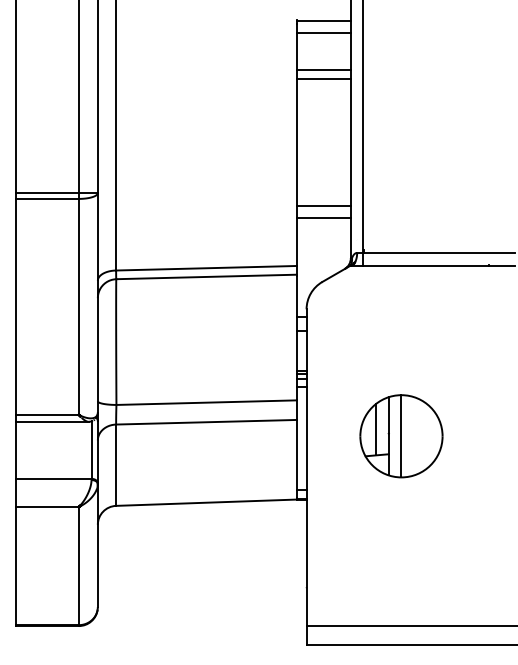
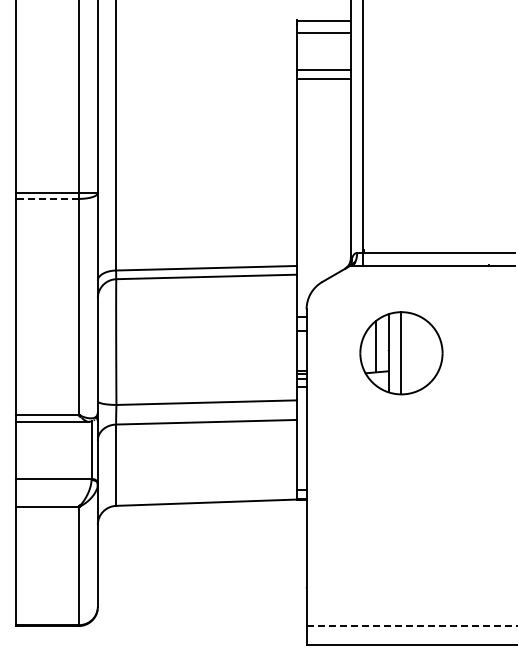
line at (47, 198): solid -> dashed
line at (323, 205): present -> none
line at (323, 217): present -> none
part at (401, 436) position: (401, 436) -> (401, 353)
line at (412, 626): solid -> dashed
